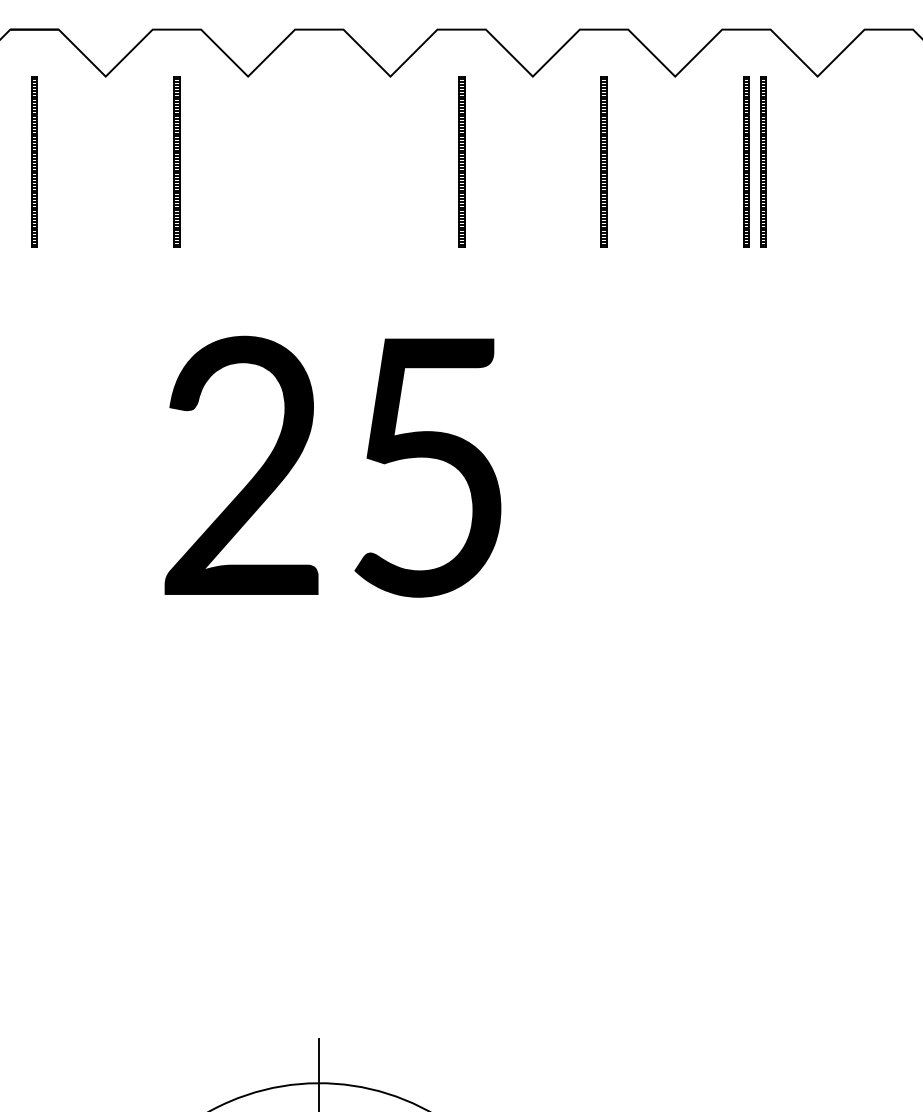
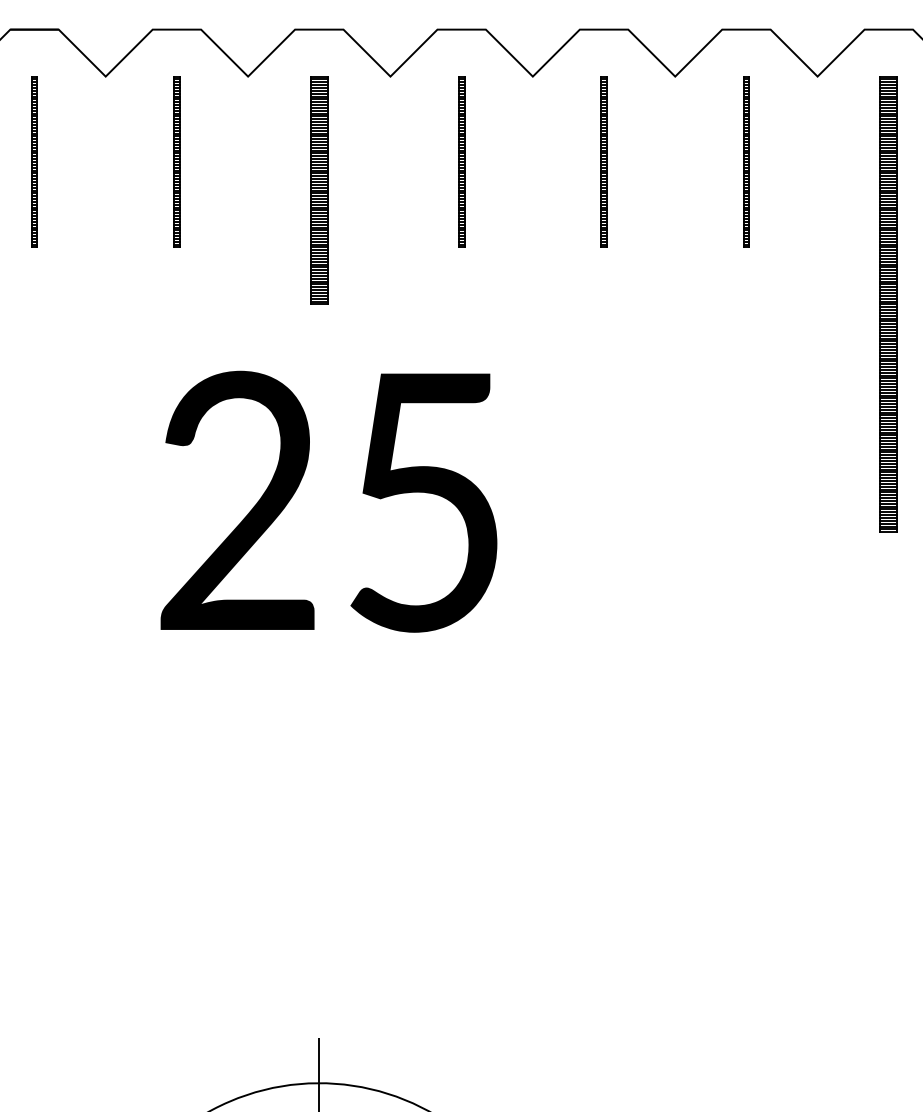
part at (763, 161): present -> none
part at (319, 190): none -> present
part at (888, 304): none -> present
text at (332, 466) position: (332, 466) -> (328, 501)
